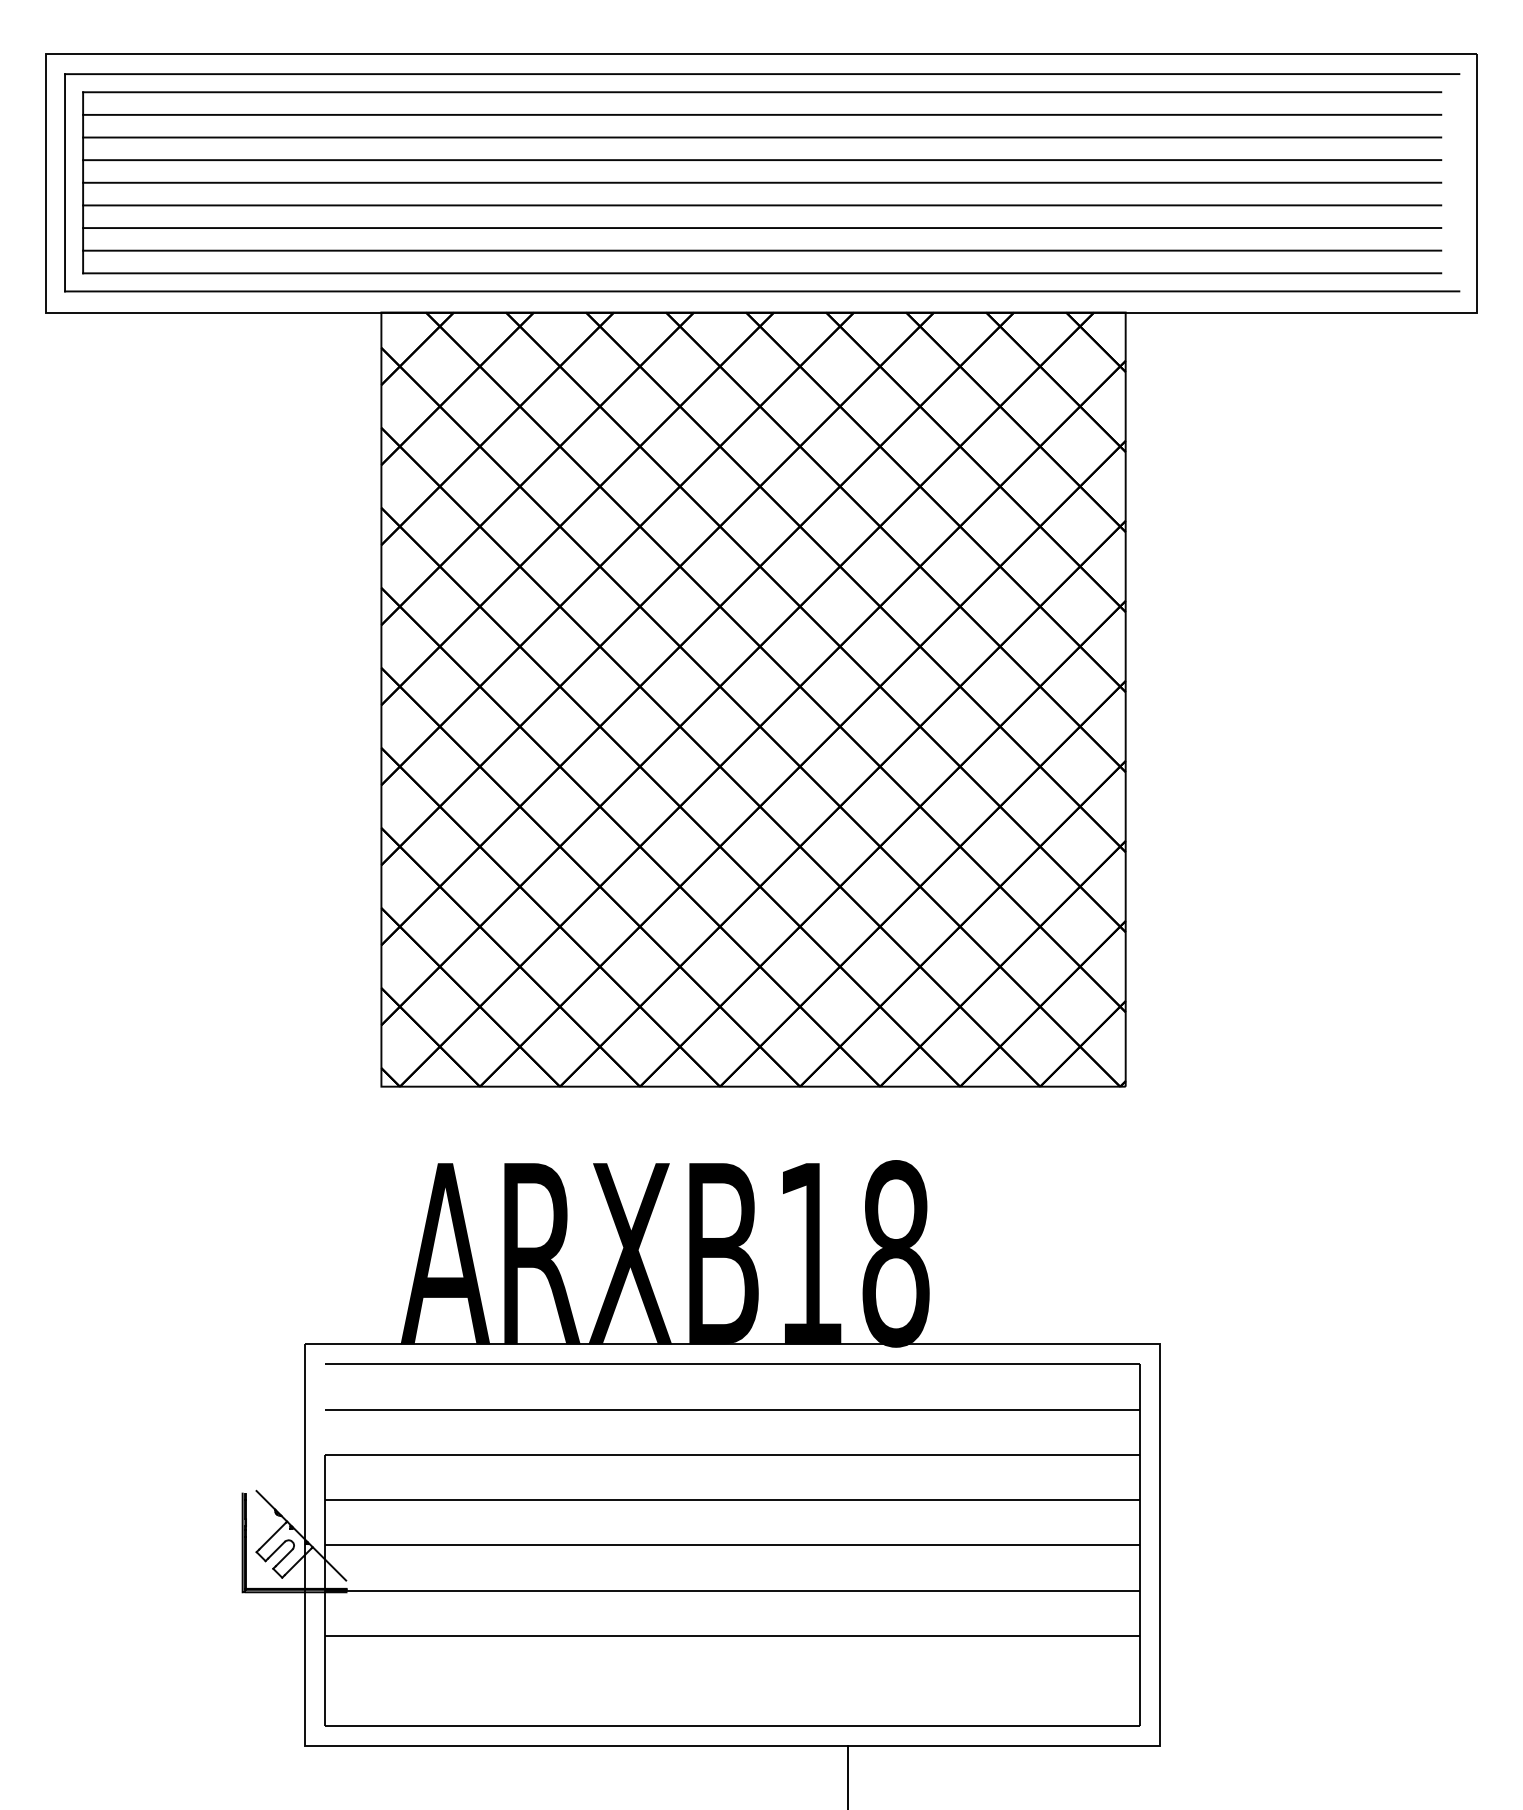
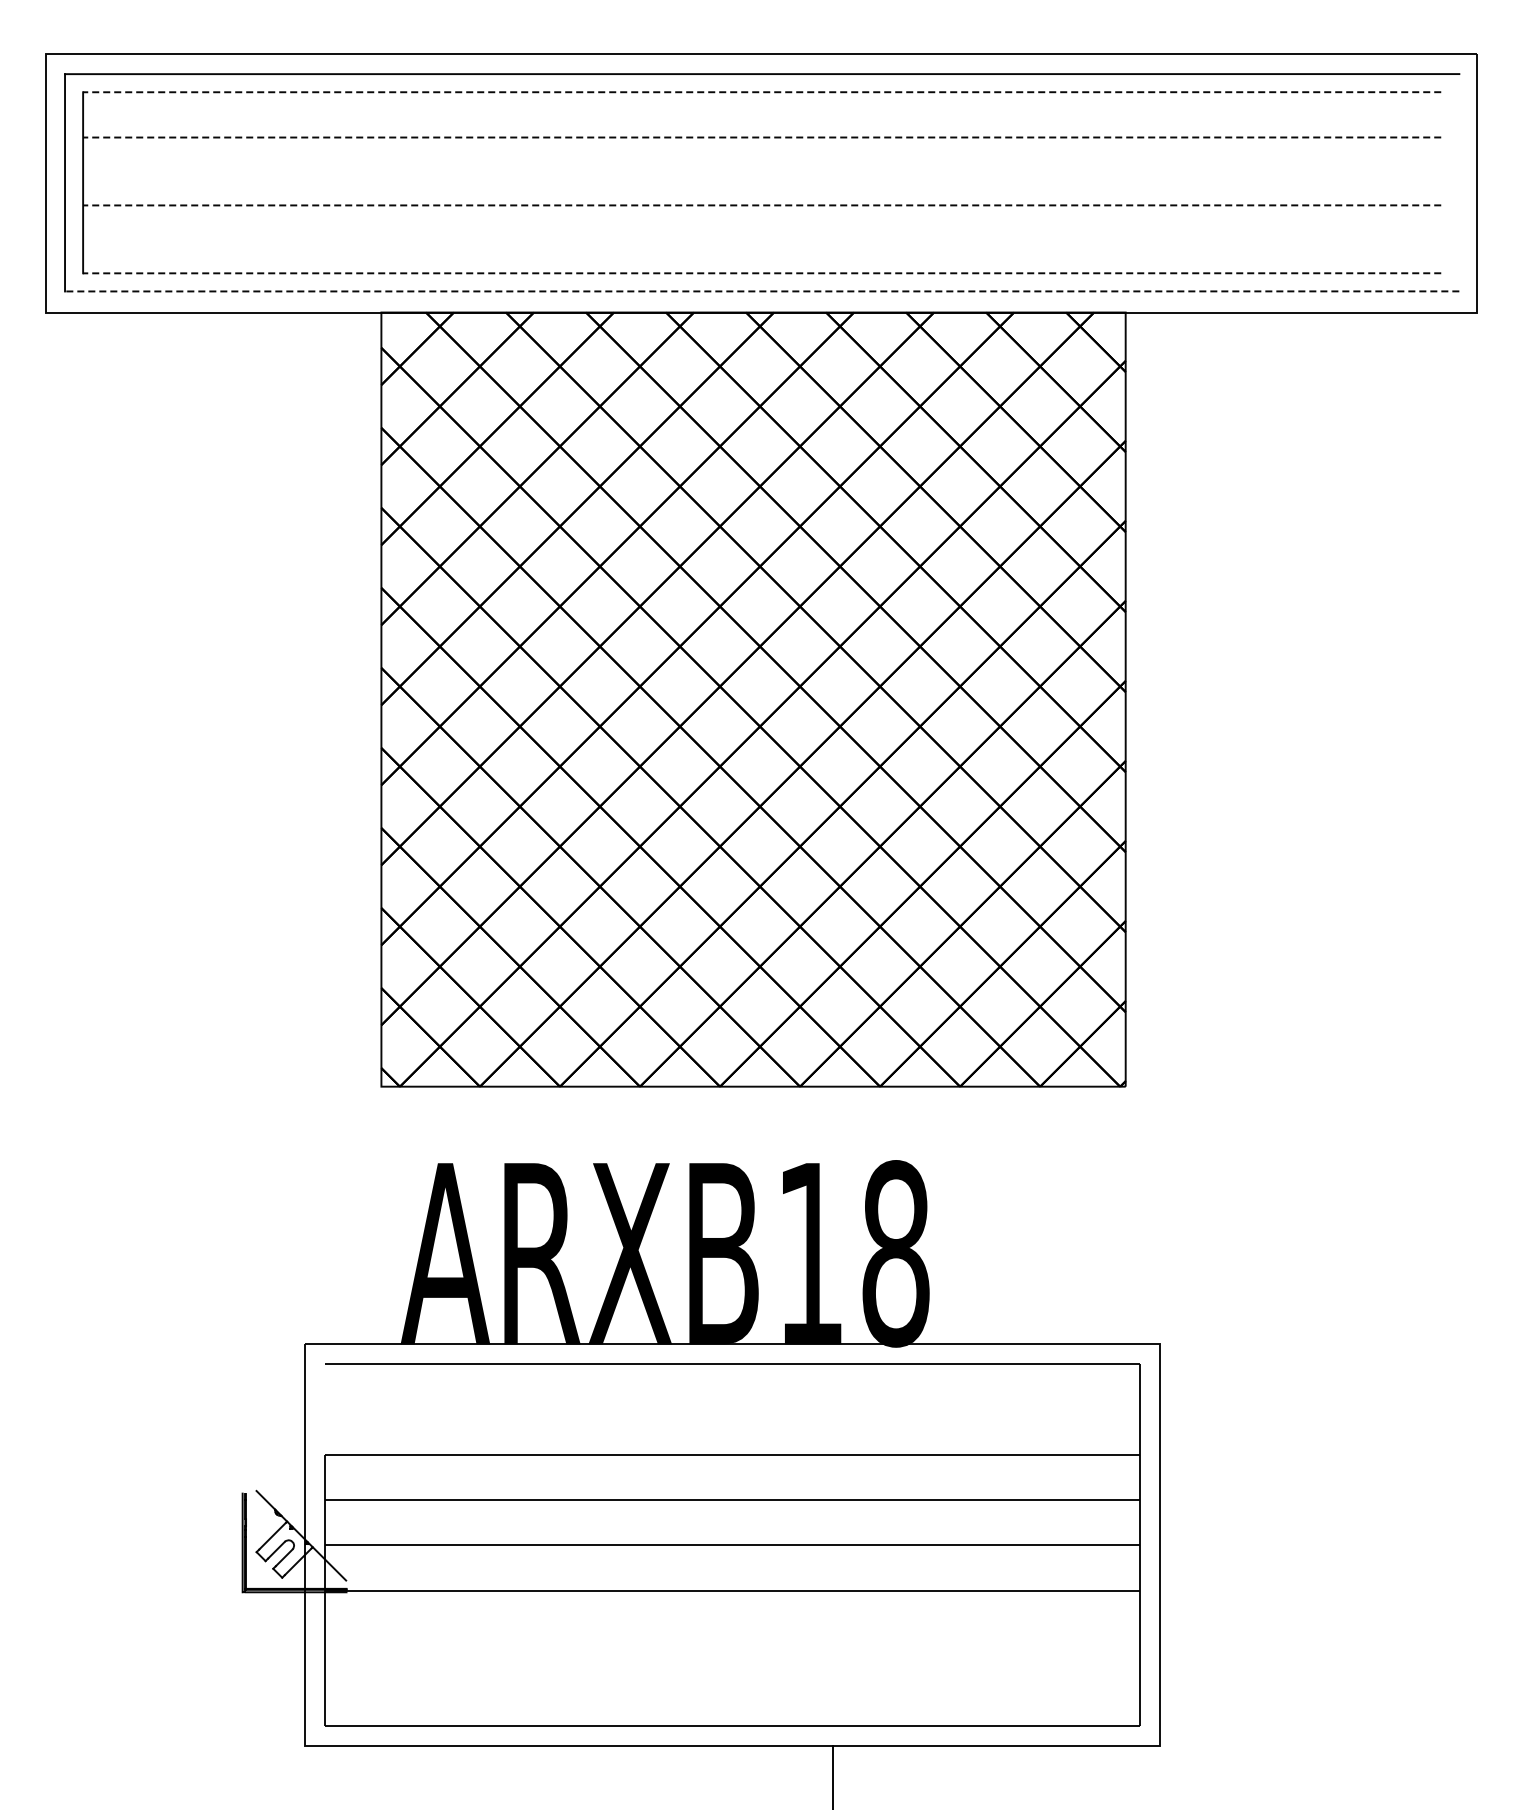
line at (761, 92): solid -> dashed
line at (762, 114): present -> none
line at (761, 137): solid -> dashed
line at (762, 160): present -> none
line at (762, 182): present -> none
line at (761, 205): solid -> dashed
line at (762, 228): present -> none
line at (762, 250): present -> none
line at (761, 273): solid -> dashed
line at (761, 291): solid -> dashed
line at (732, 1409): present -> none
line at (732, 1635): present -> none
line at (848, 1776) position: (848, 1776) -> (833, 1776)
